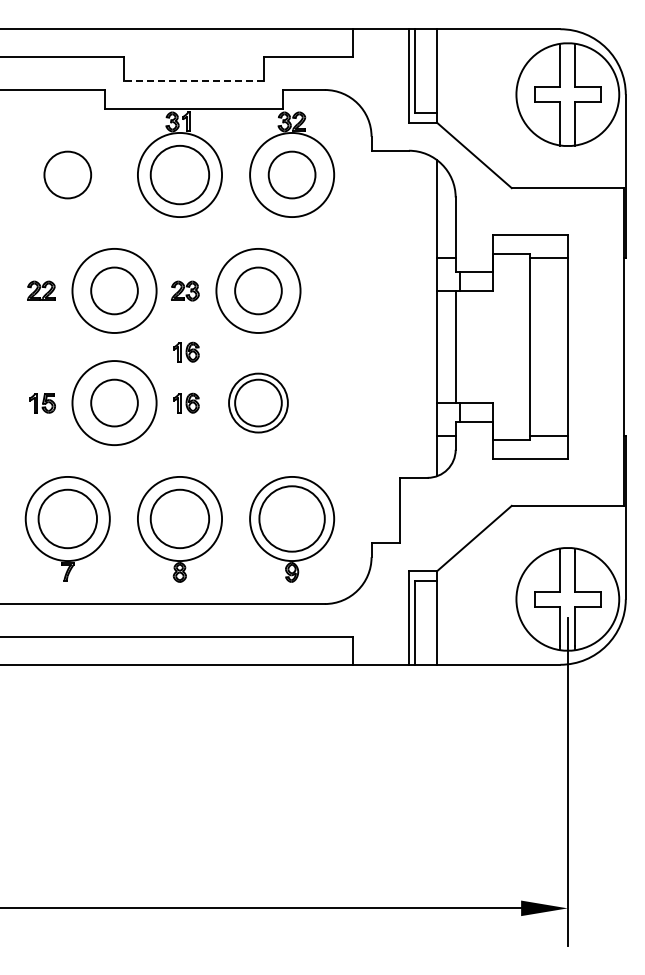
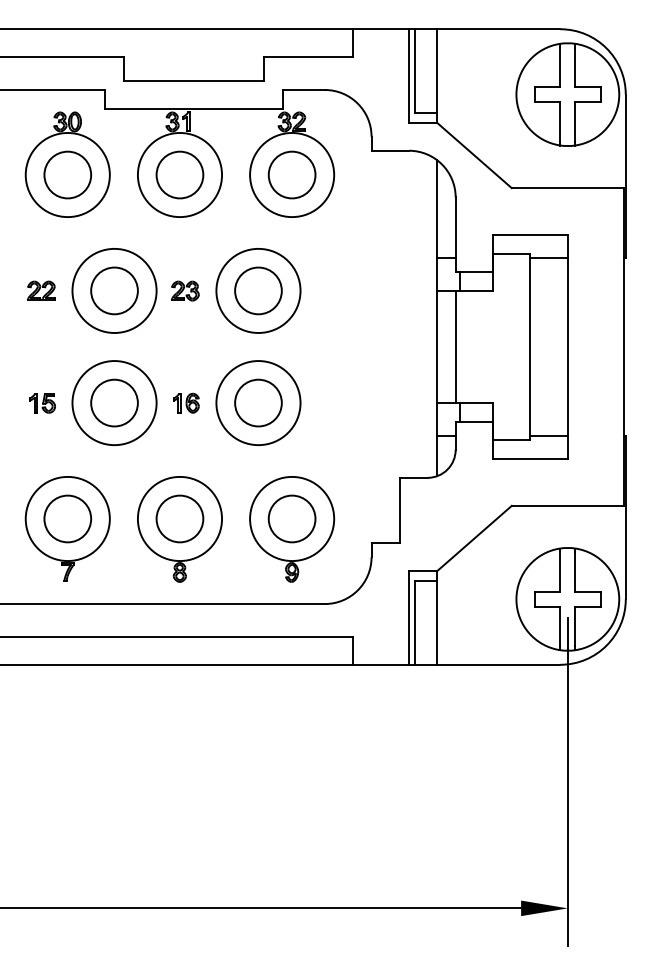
line at (193, 80): dashed -> solid
part at (67, 164): none -> present
circle at (179, 174) diameter: 58 px -> 47 px
part at (186, 351): present -> none
circle at (258, 402) diameter: 59 px -> 84 px
circle at (67, 518) diameter: 58 px -> 47 px
circle at (179, 518) diameter: 58 px -> 47 px
circle at (291, 518) diameter: 65 px -> 47 px
